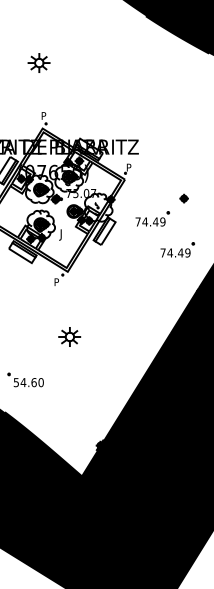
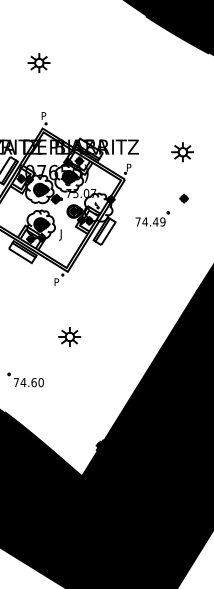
part at (182, 152): none -> present
part at (177, 249): present -> none
text at (15, 382): 54.60 -> 74.60
